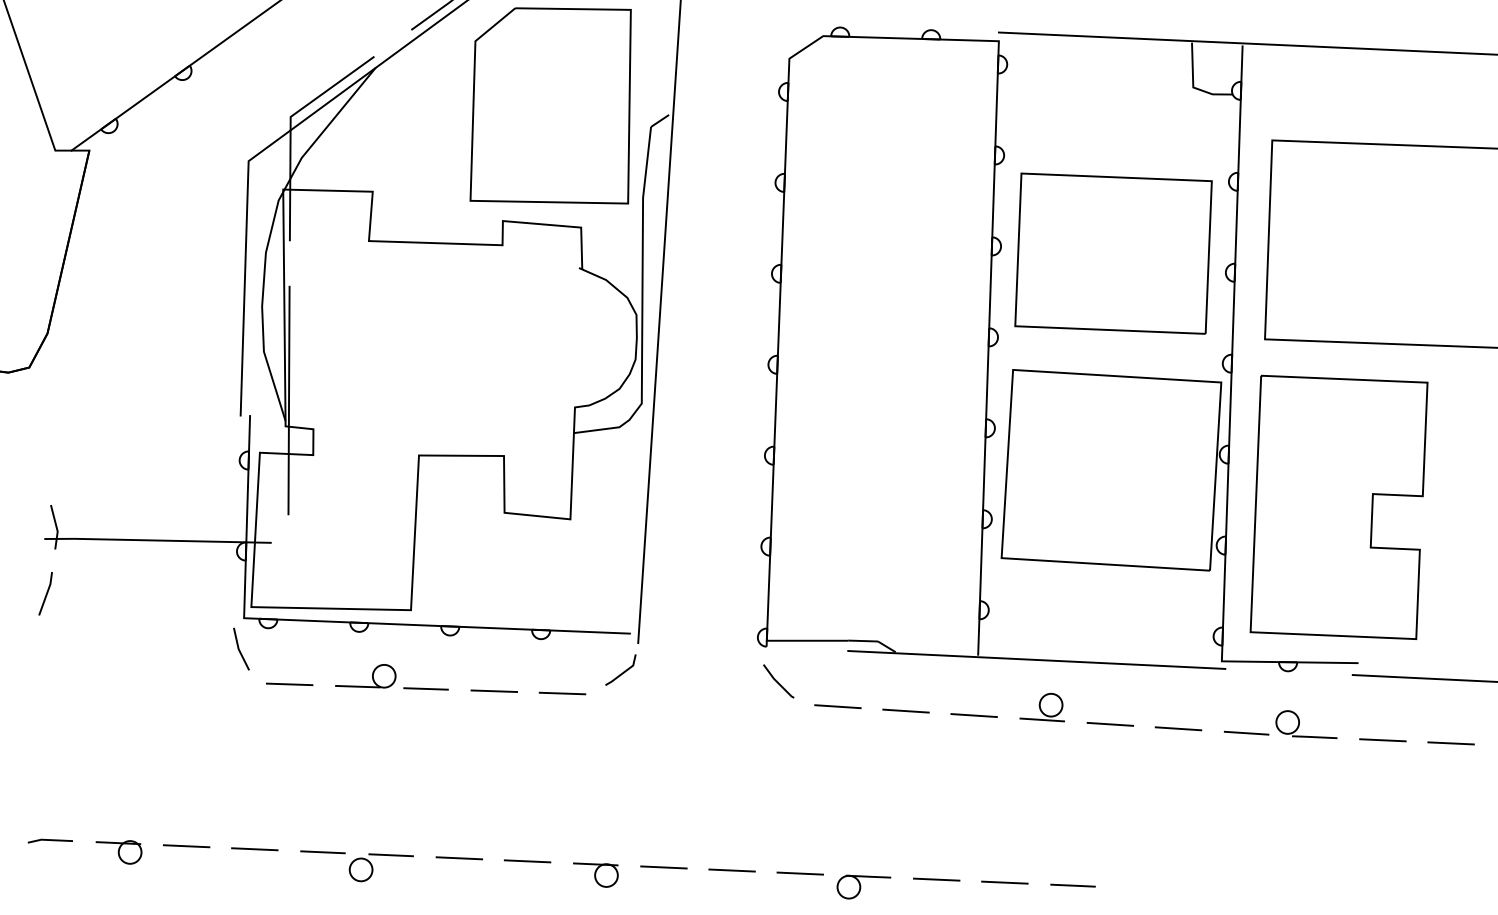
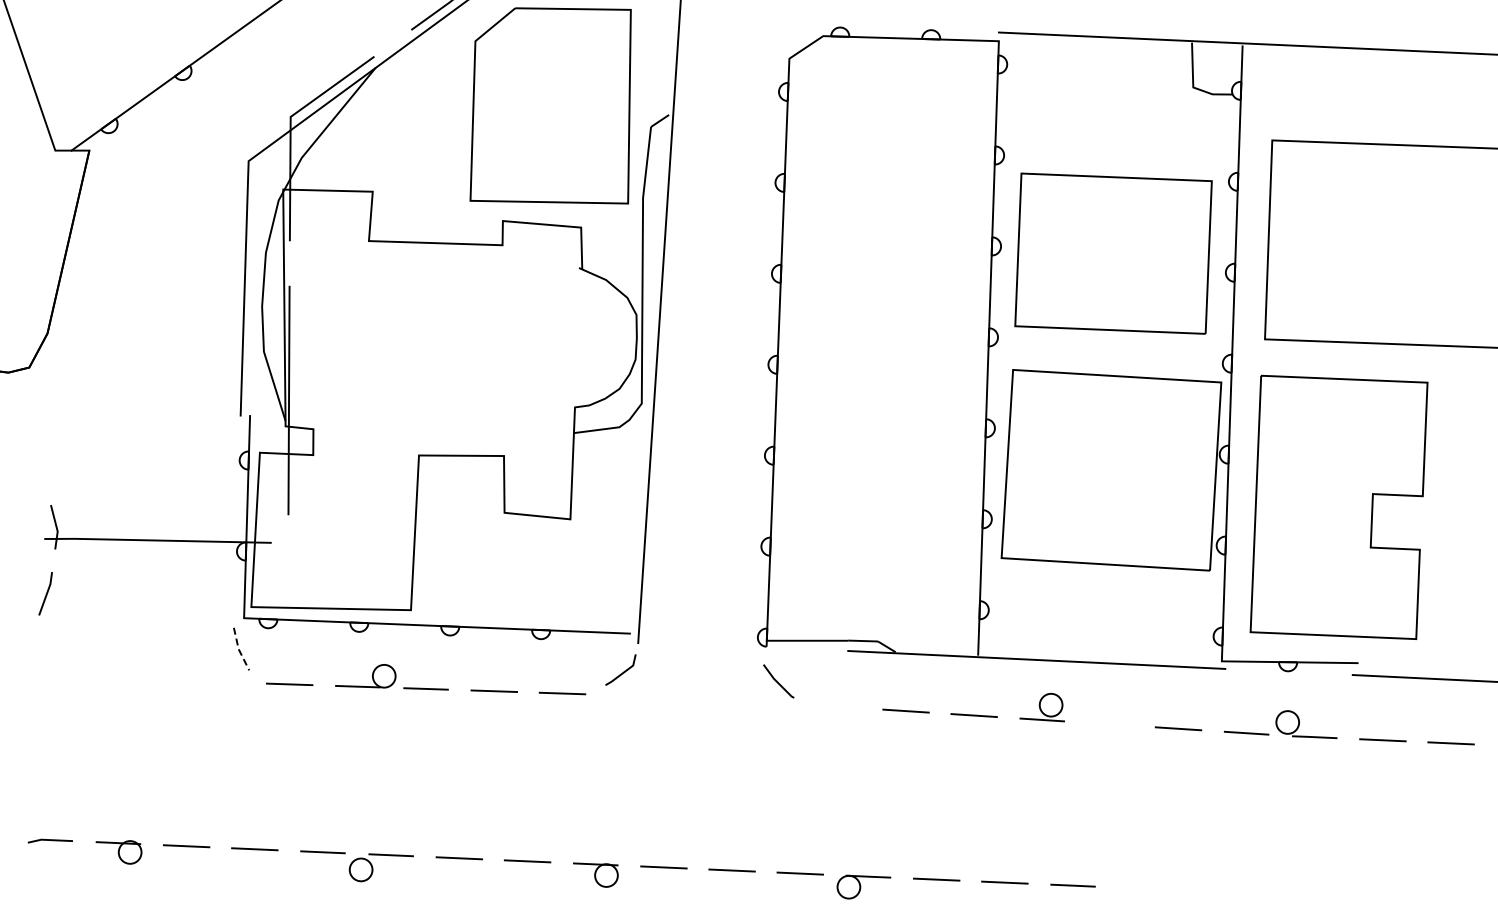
line at (239, 650): solid -> dashed
line at (837, 706): present -> none
line at (1109, 724): present -> none
